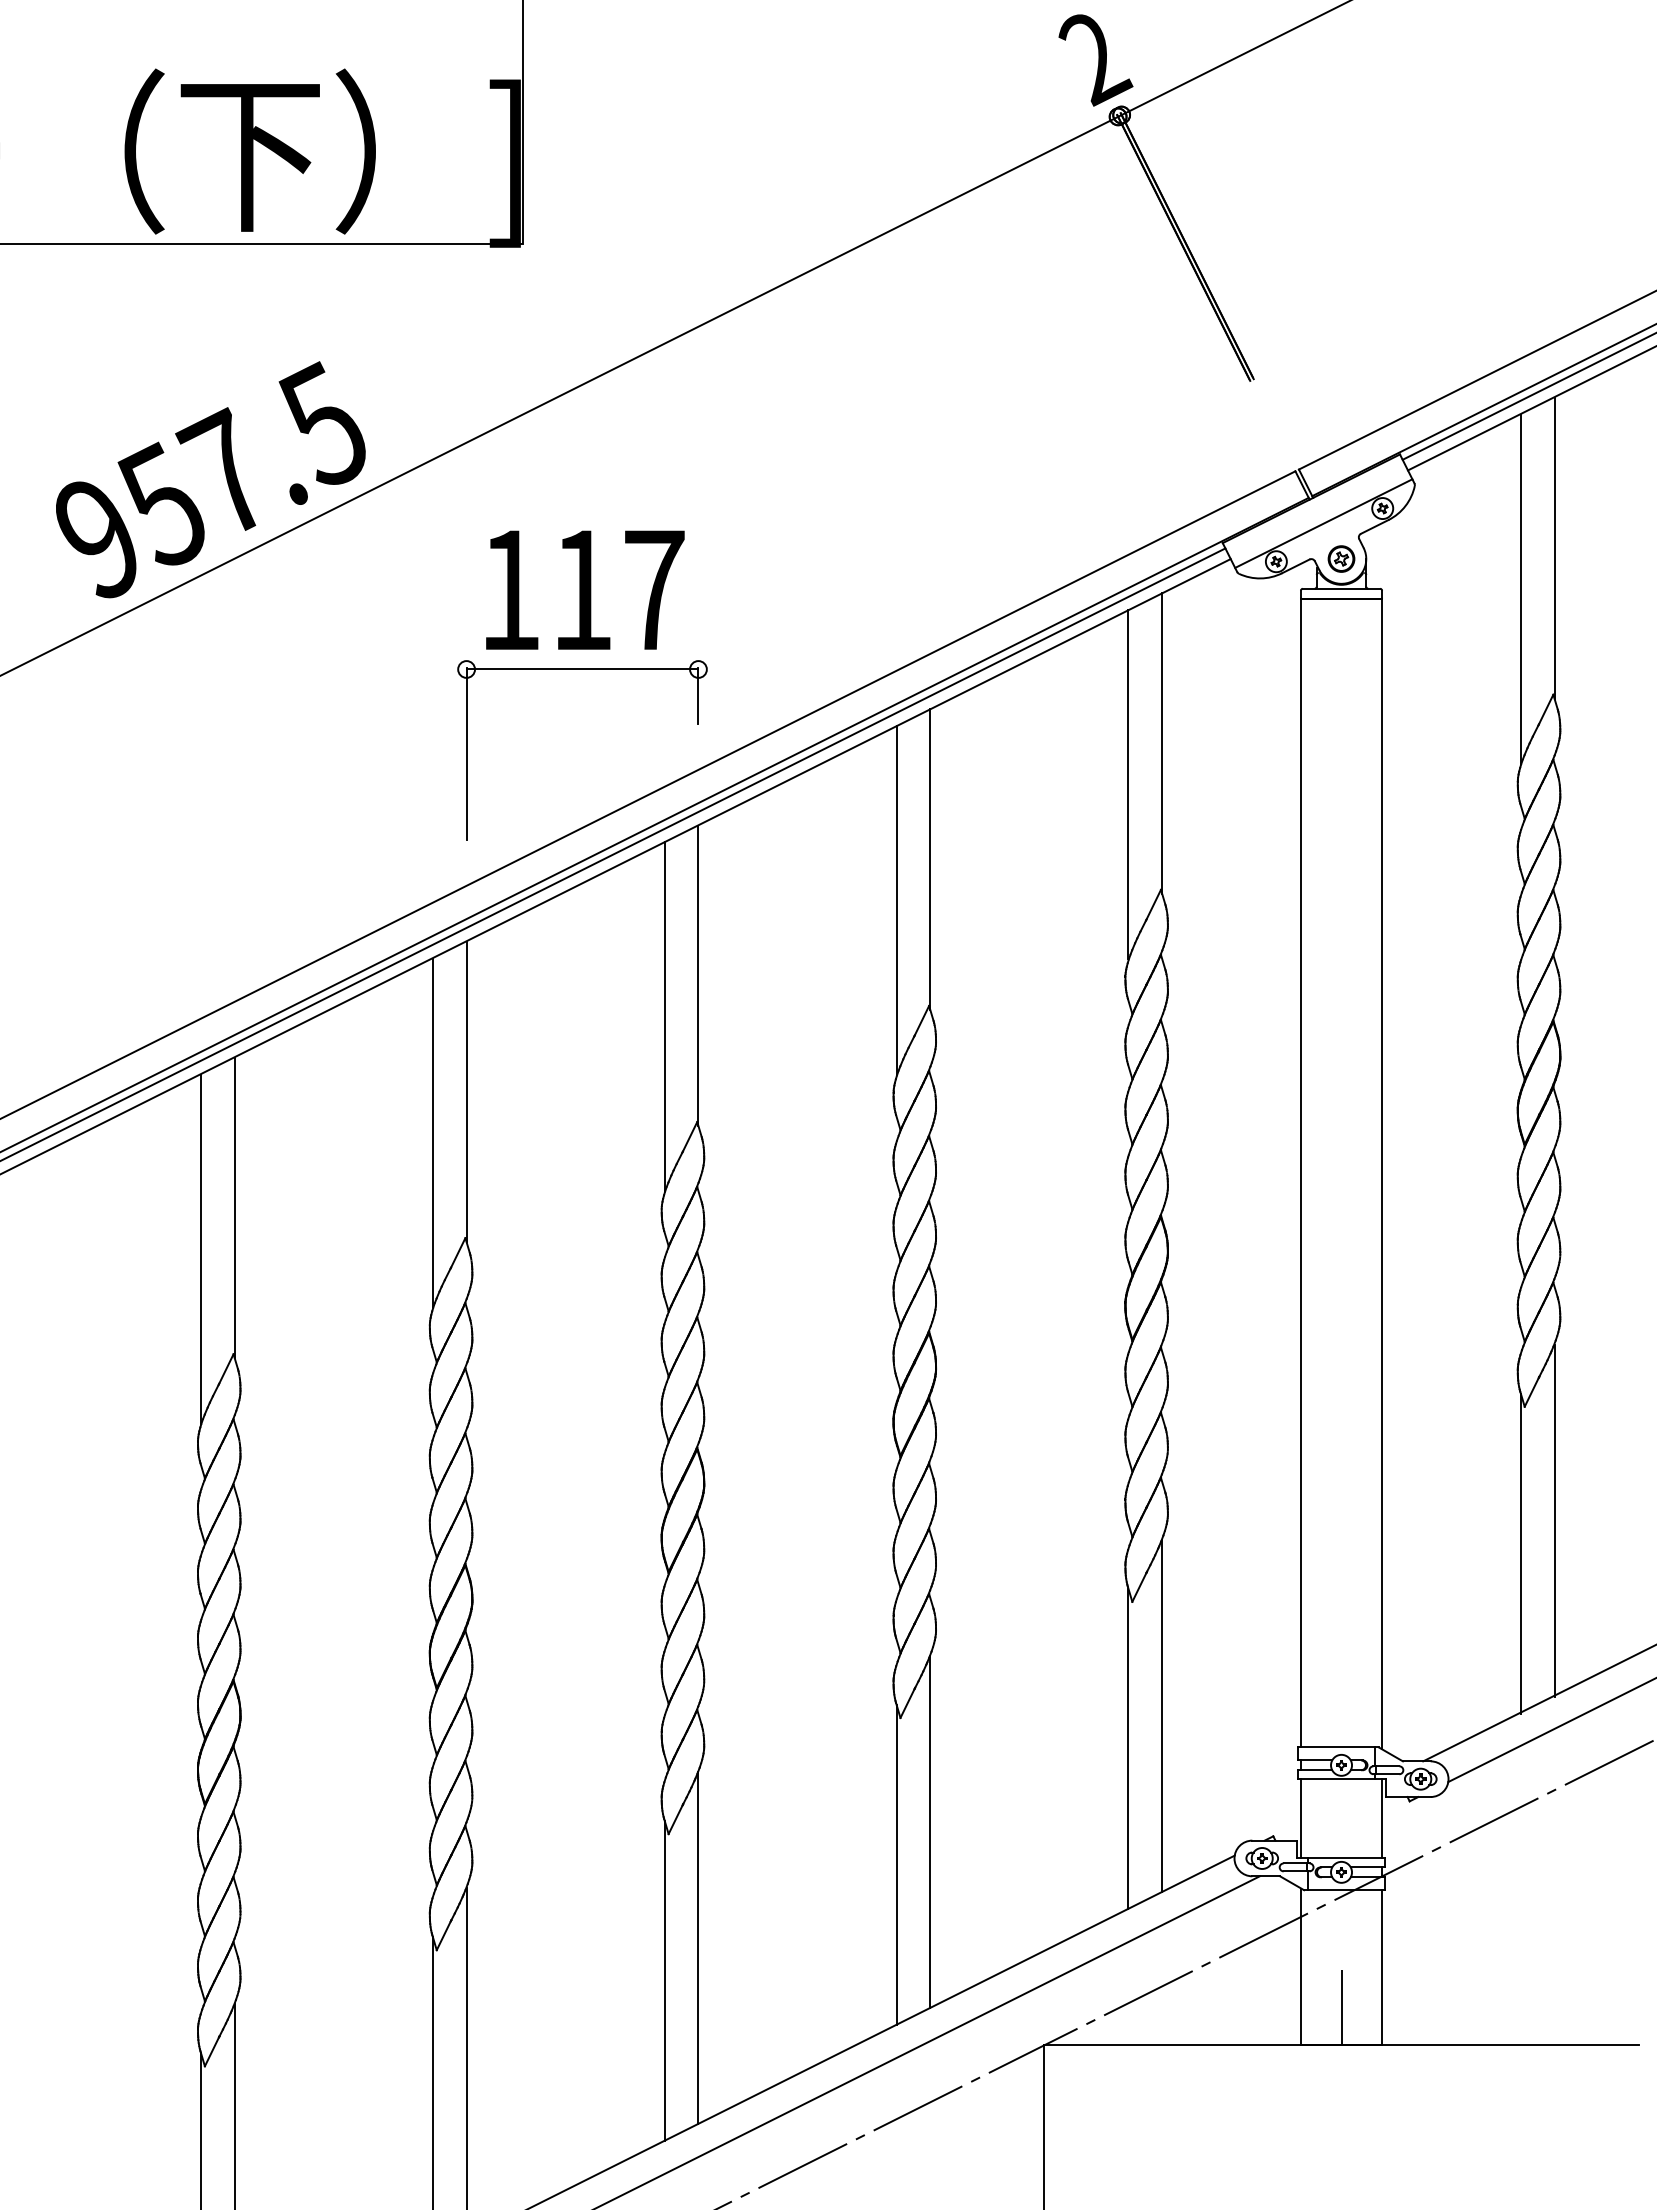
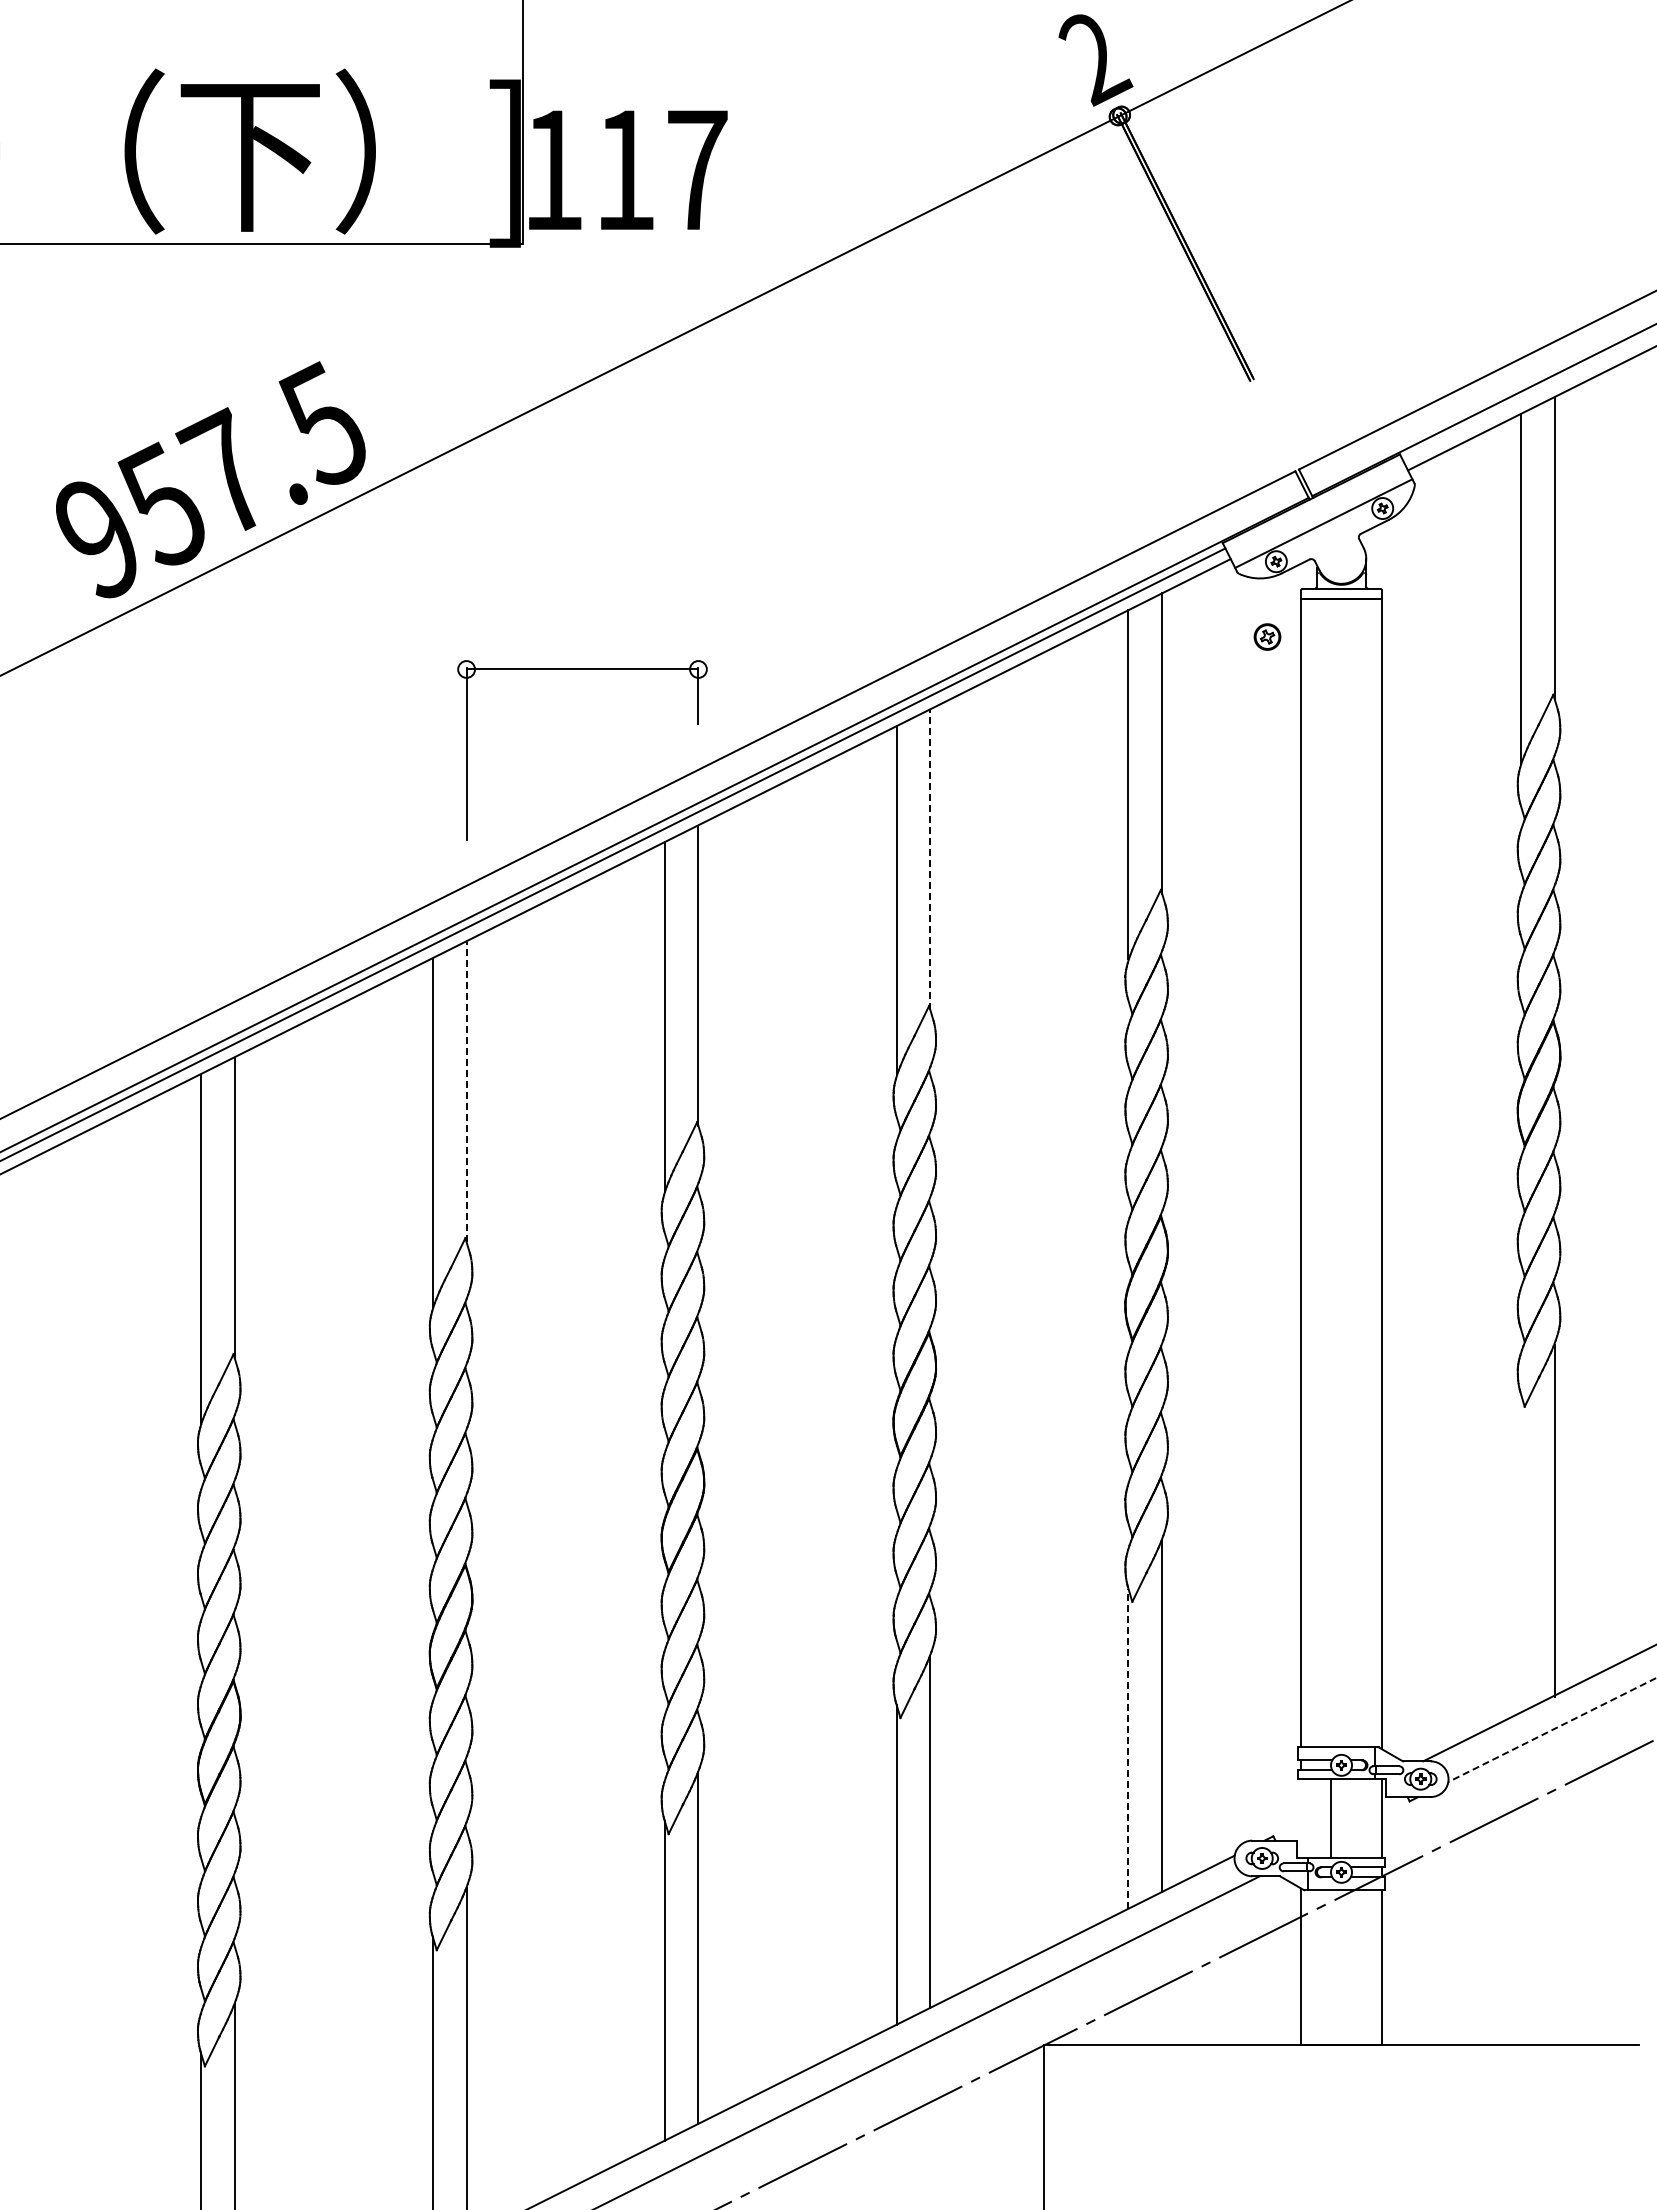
line at (1527, 396): present -> none
part at (1341, 558) position: (1341, 558) -> (1267, 636)
text at (585, 589) position: (585, 589) -> (628, 169)
line at (930, 859): solid -> dashed
line at (466, 1091): solid -> dashed
line at (1520, 1553): present -> none
line at (1552, 1730): solid -> dashed
line at (1128, 1748): solid -> dashed
line at (1301, 1818) position: (1301, 1818) -> (1331, 1818)
line at (1341, 2007): present -> none
